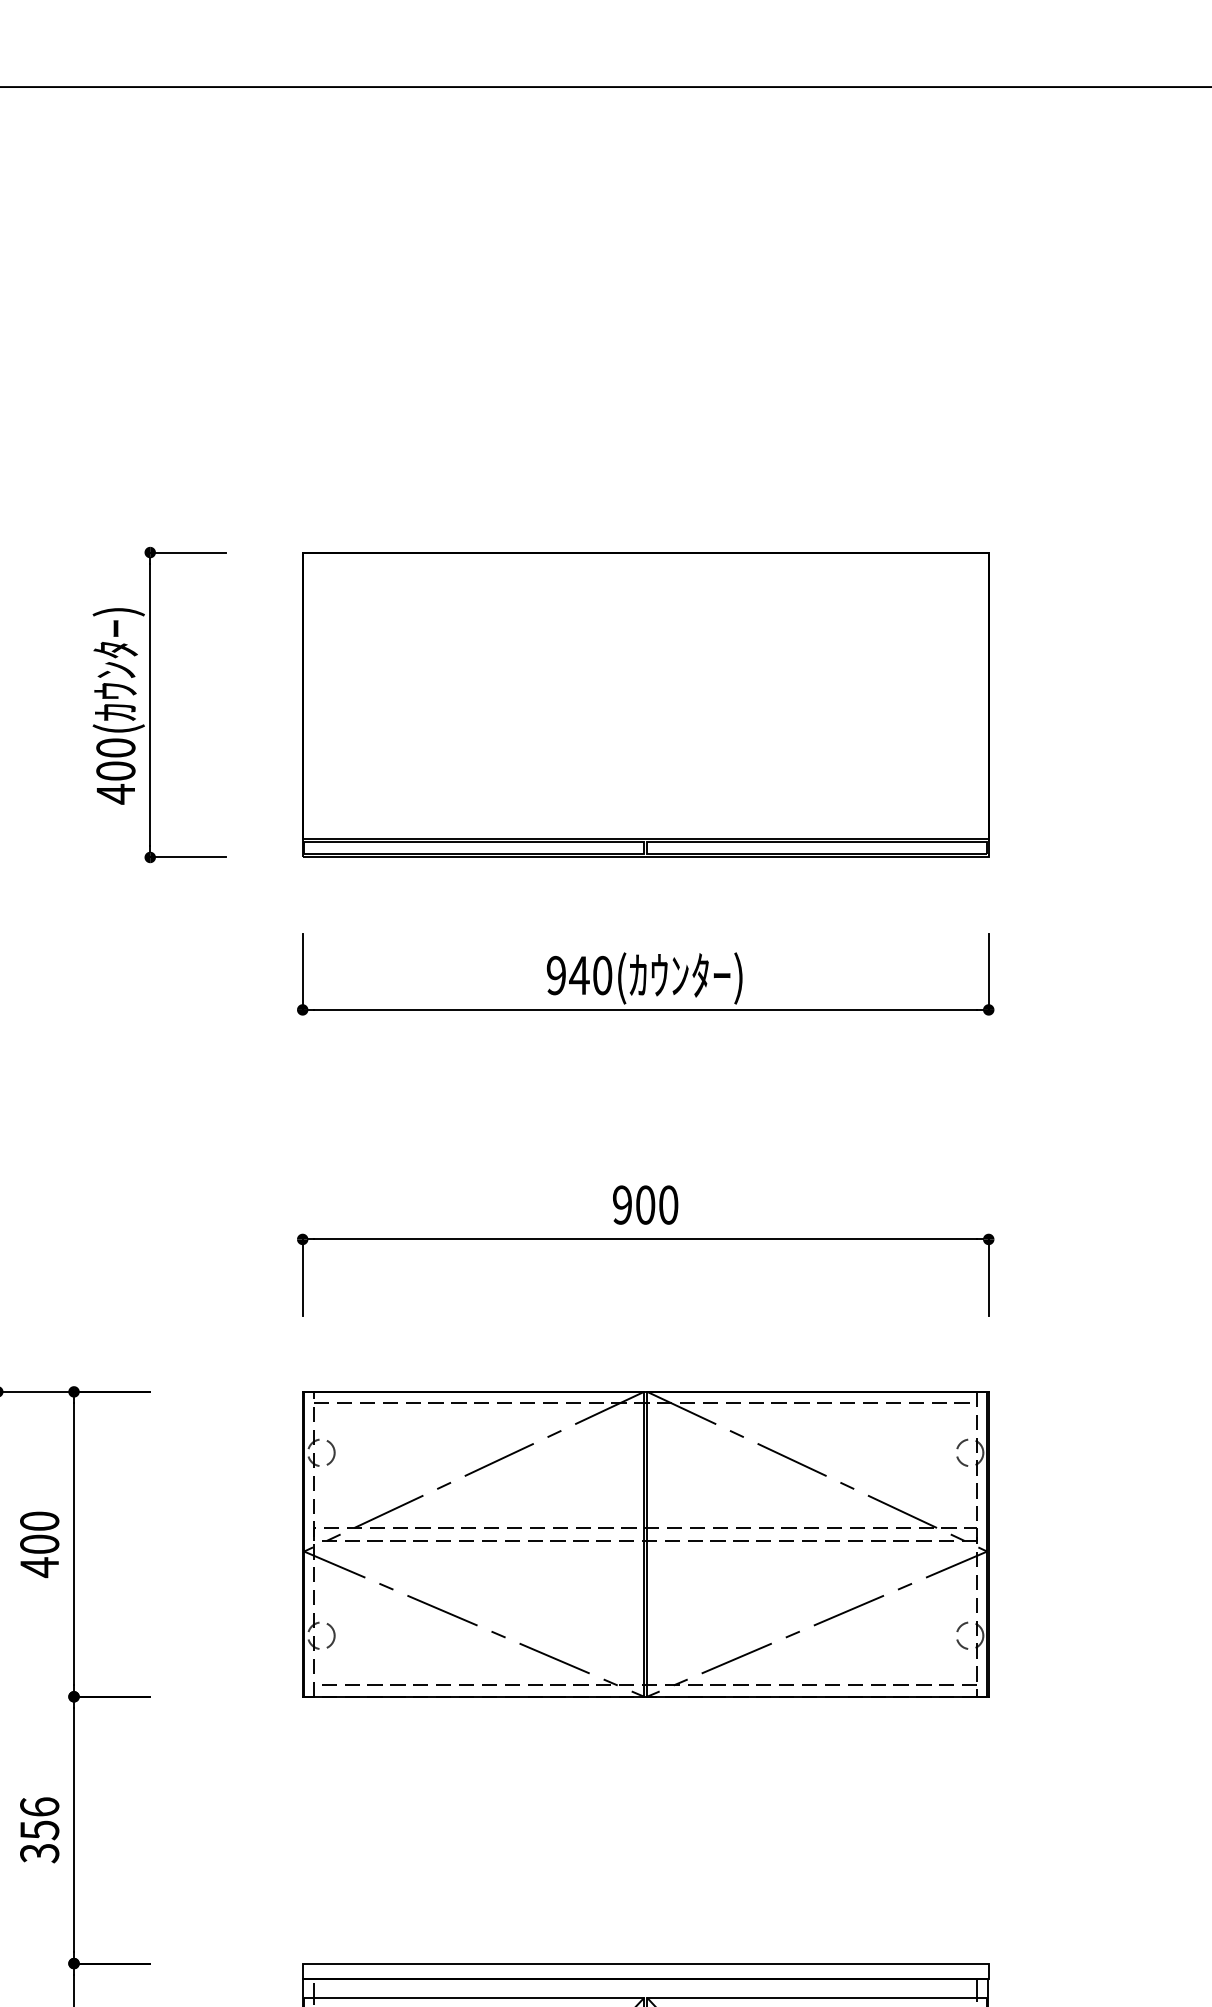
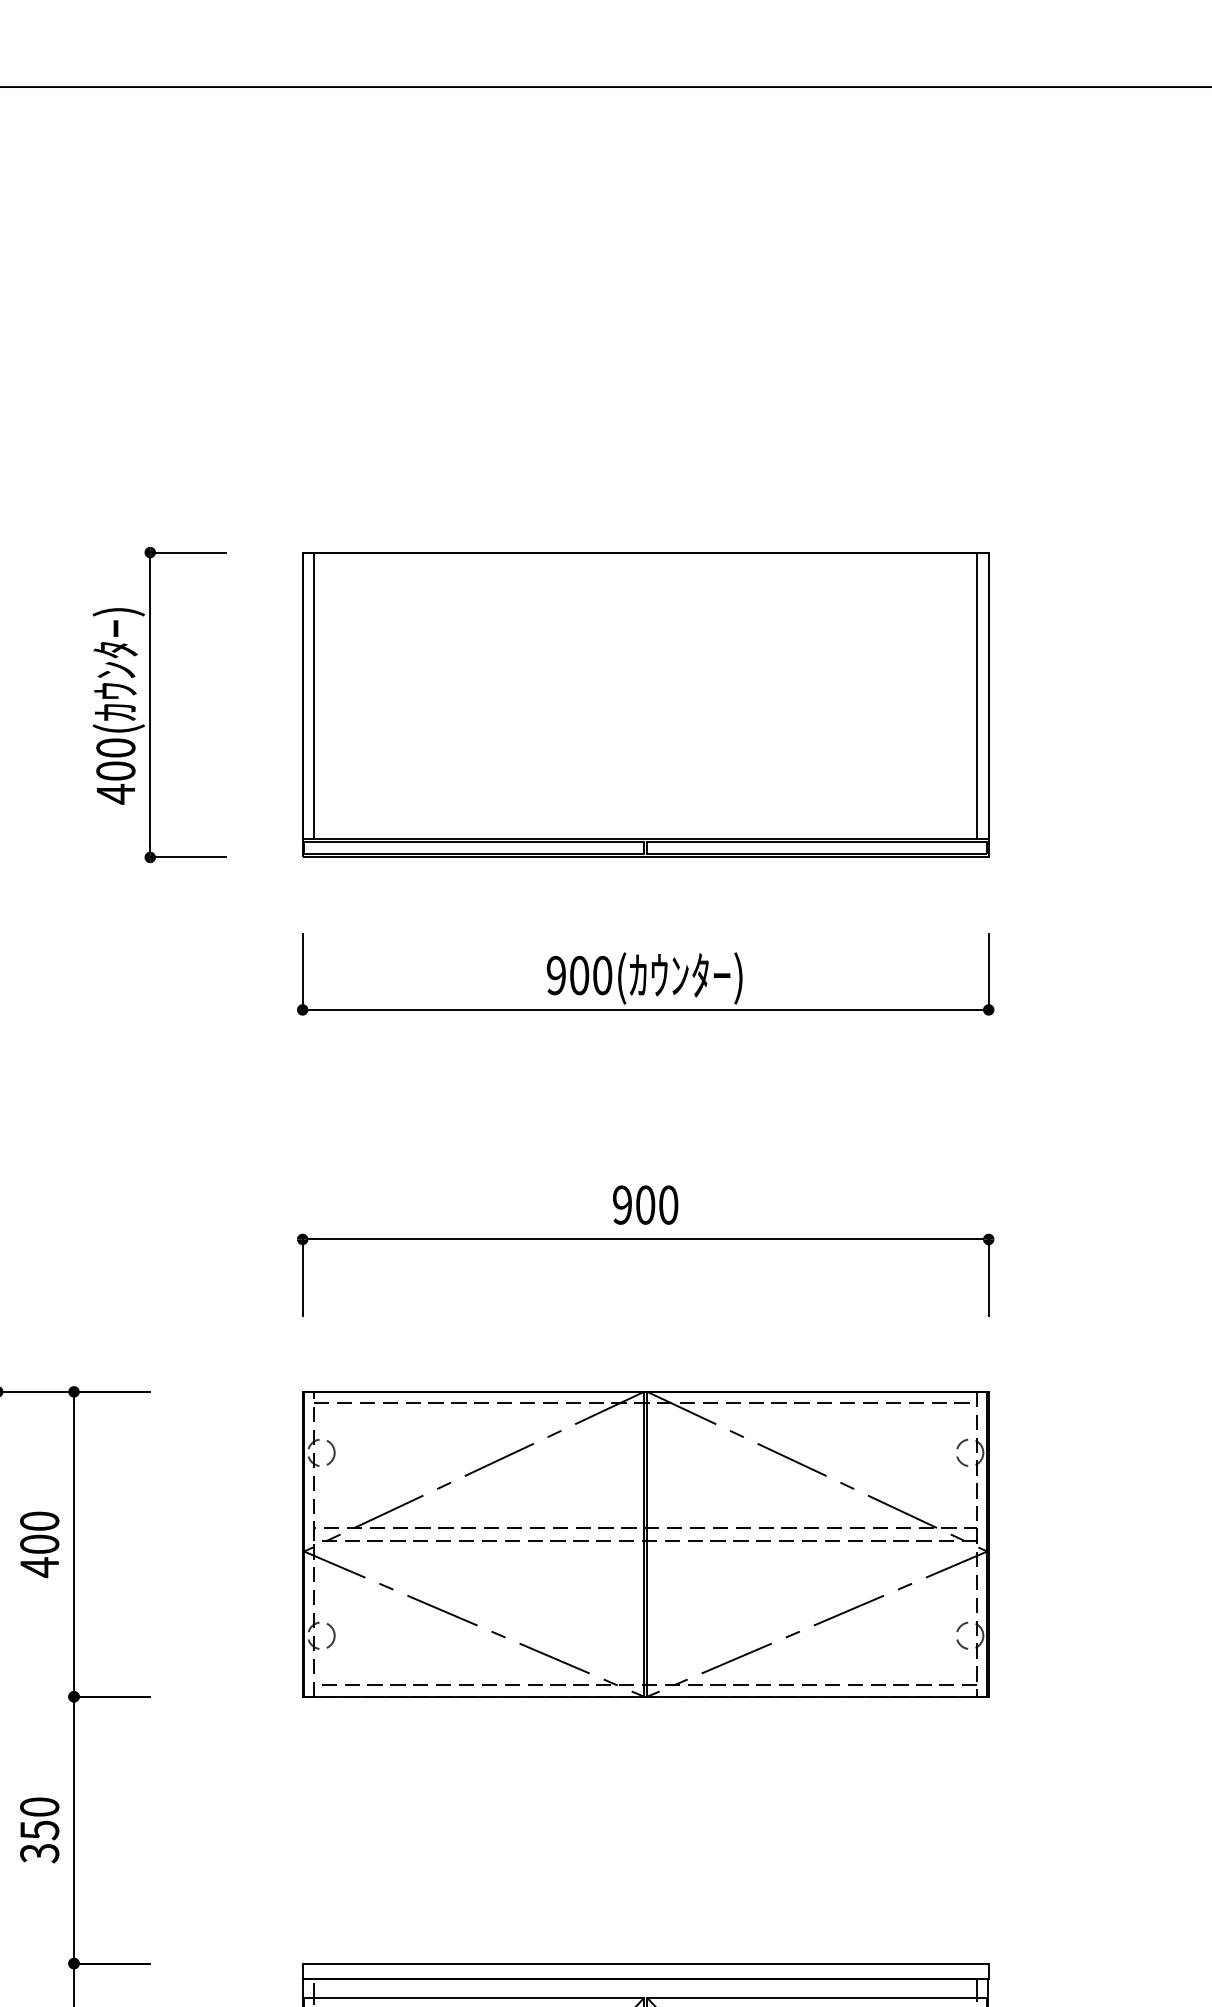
line at (314, 695): none -> present
line at (977, 695): none -> present
text at (579, 975): 940( -> 900(
text at (39, 1806): 356 -> 350
